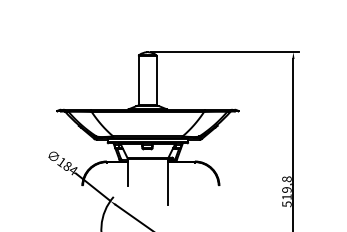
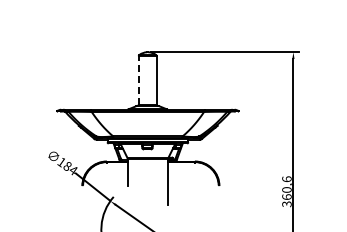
line at (138, 79): solid -> dashed
text at (286, 191): 519,8 -> 360,6
